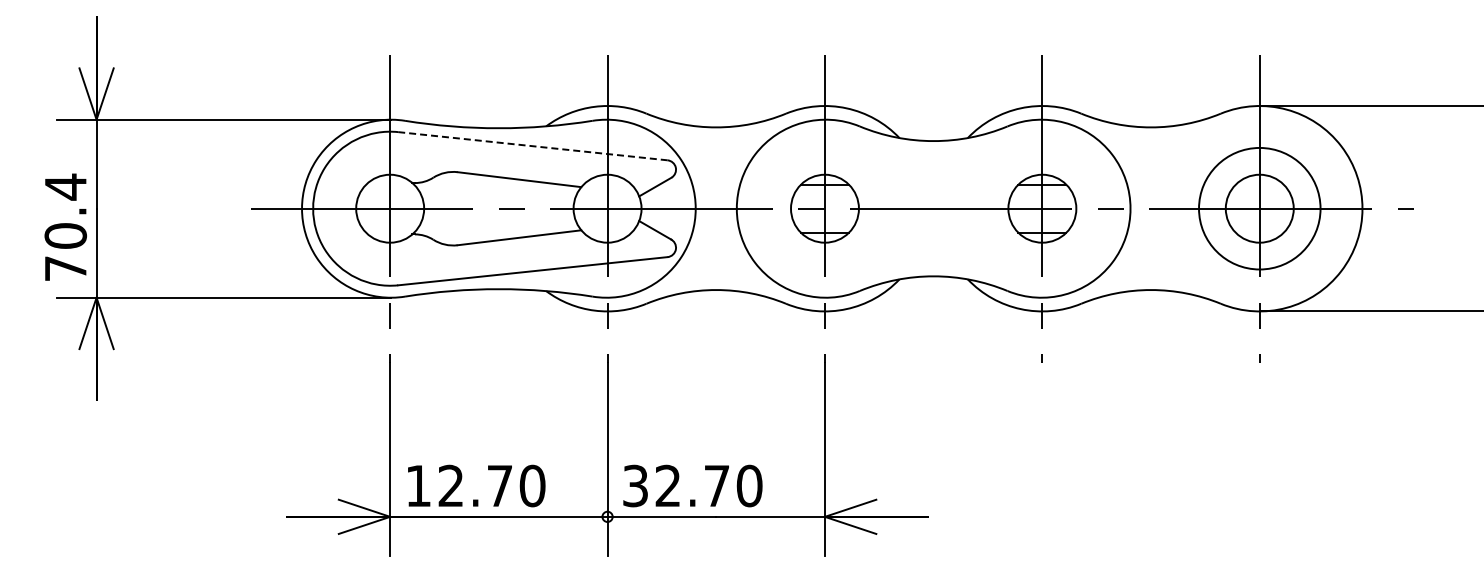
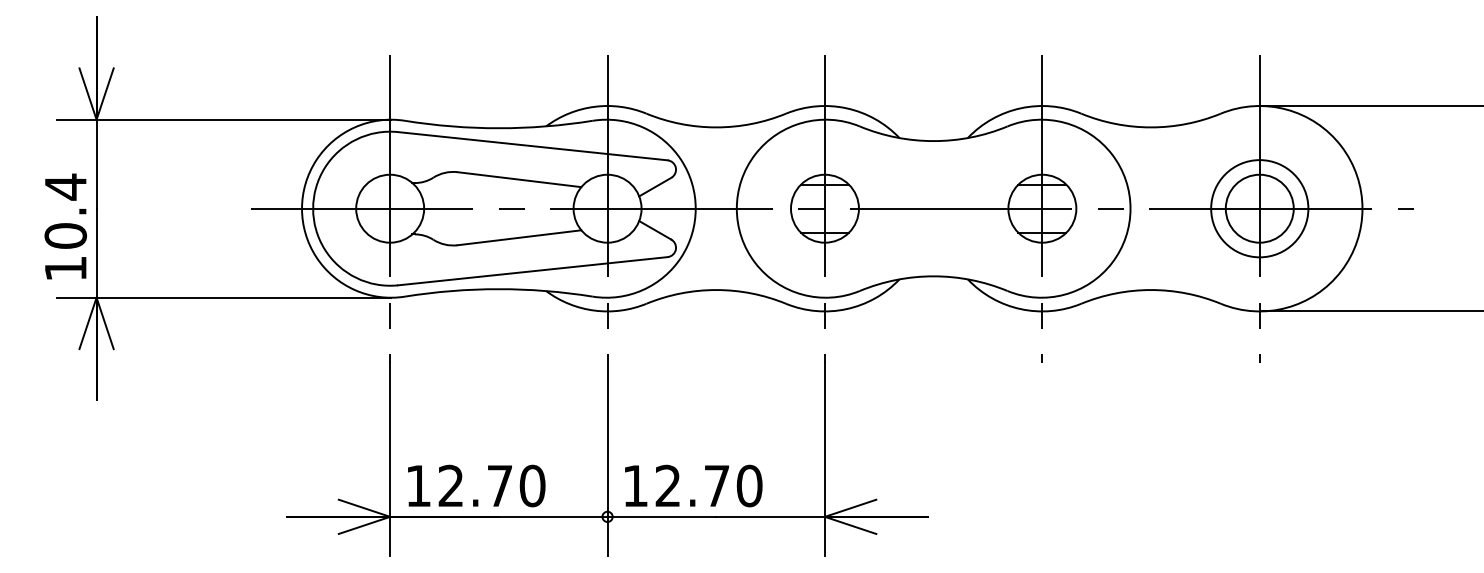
line at (533, 146): dashed -> solid
circle at (1259, 208) diameter: 122 px -> 97 px
text at (65, 268): 70.4 -> 10.4
text at (635, 485): 32.70 -> 12.70
